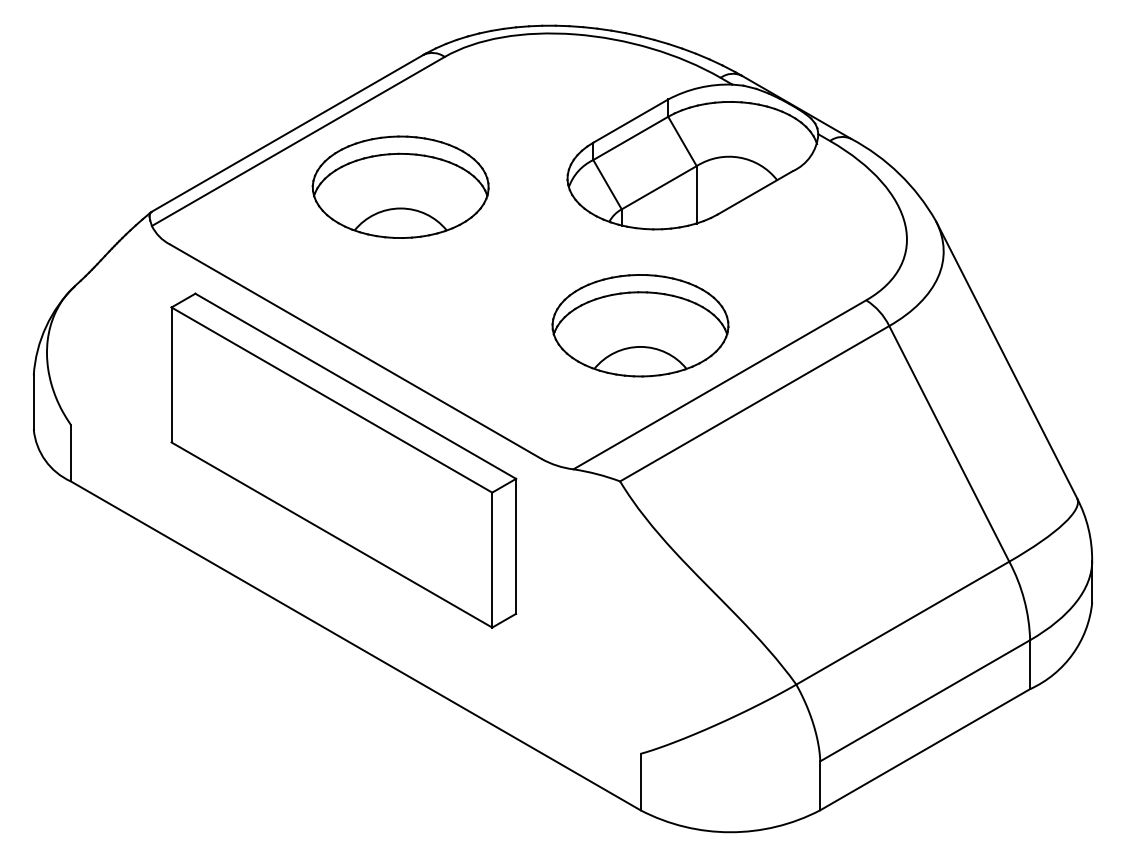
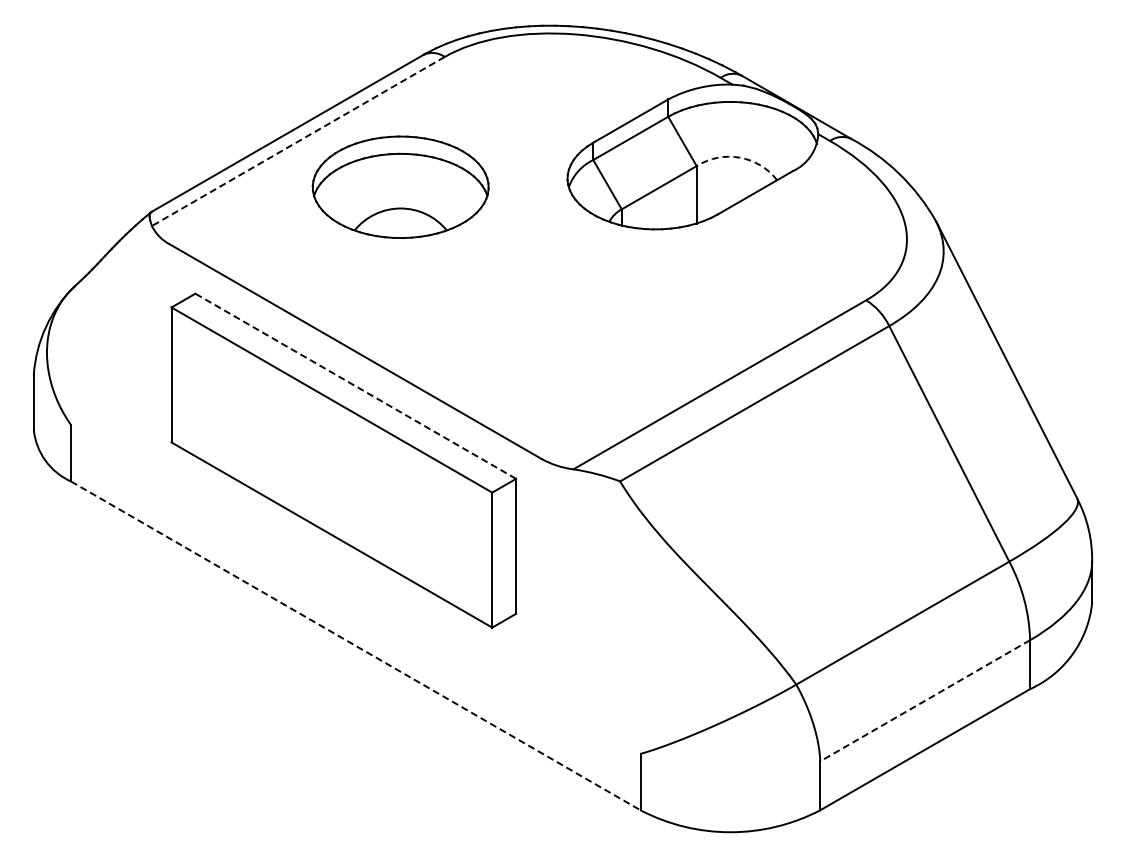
line at (297, 141): solid -> dashed
arc at (739, 157): solid -> dashed
part at (640, 325): present -> none
line at (355, 386): solid -> dashed
line at (355, 645): solid -> dashed
line at (924, 701): solid -> dashed
